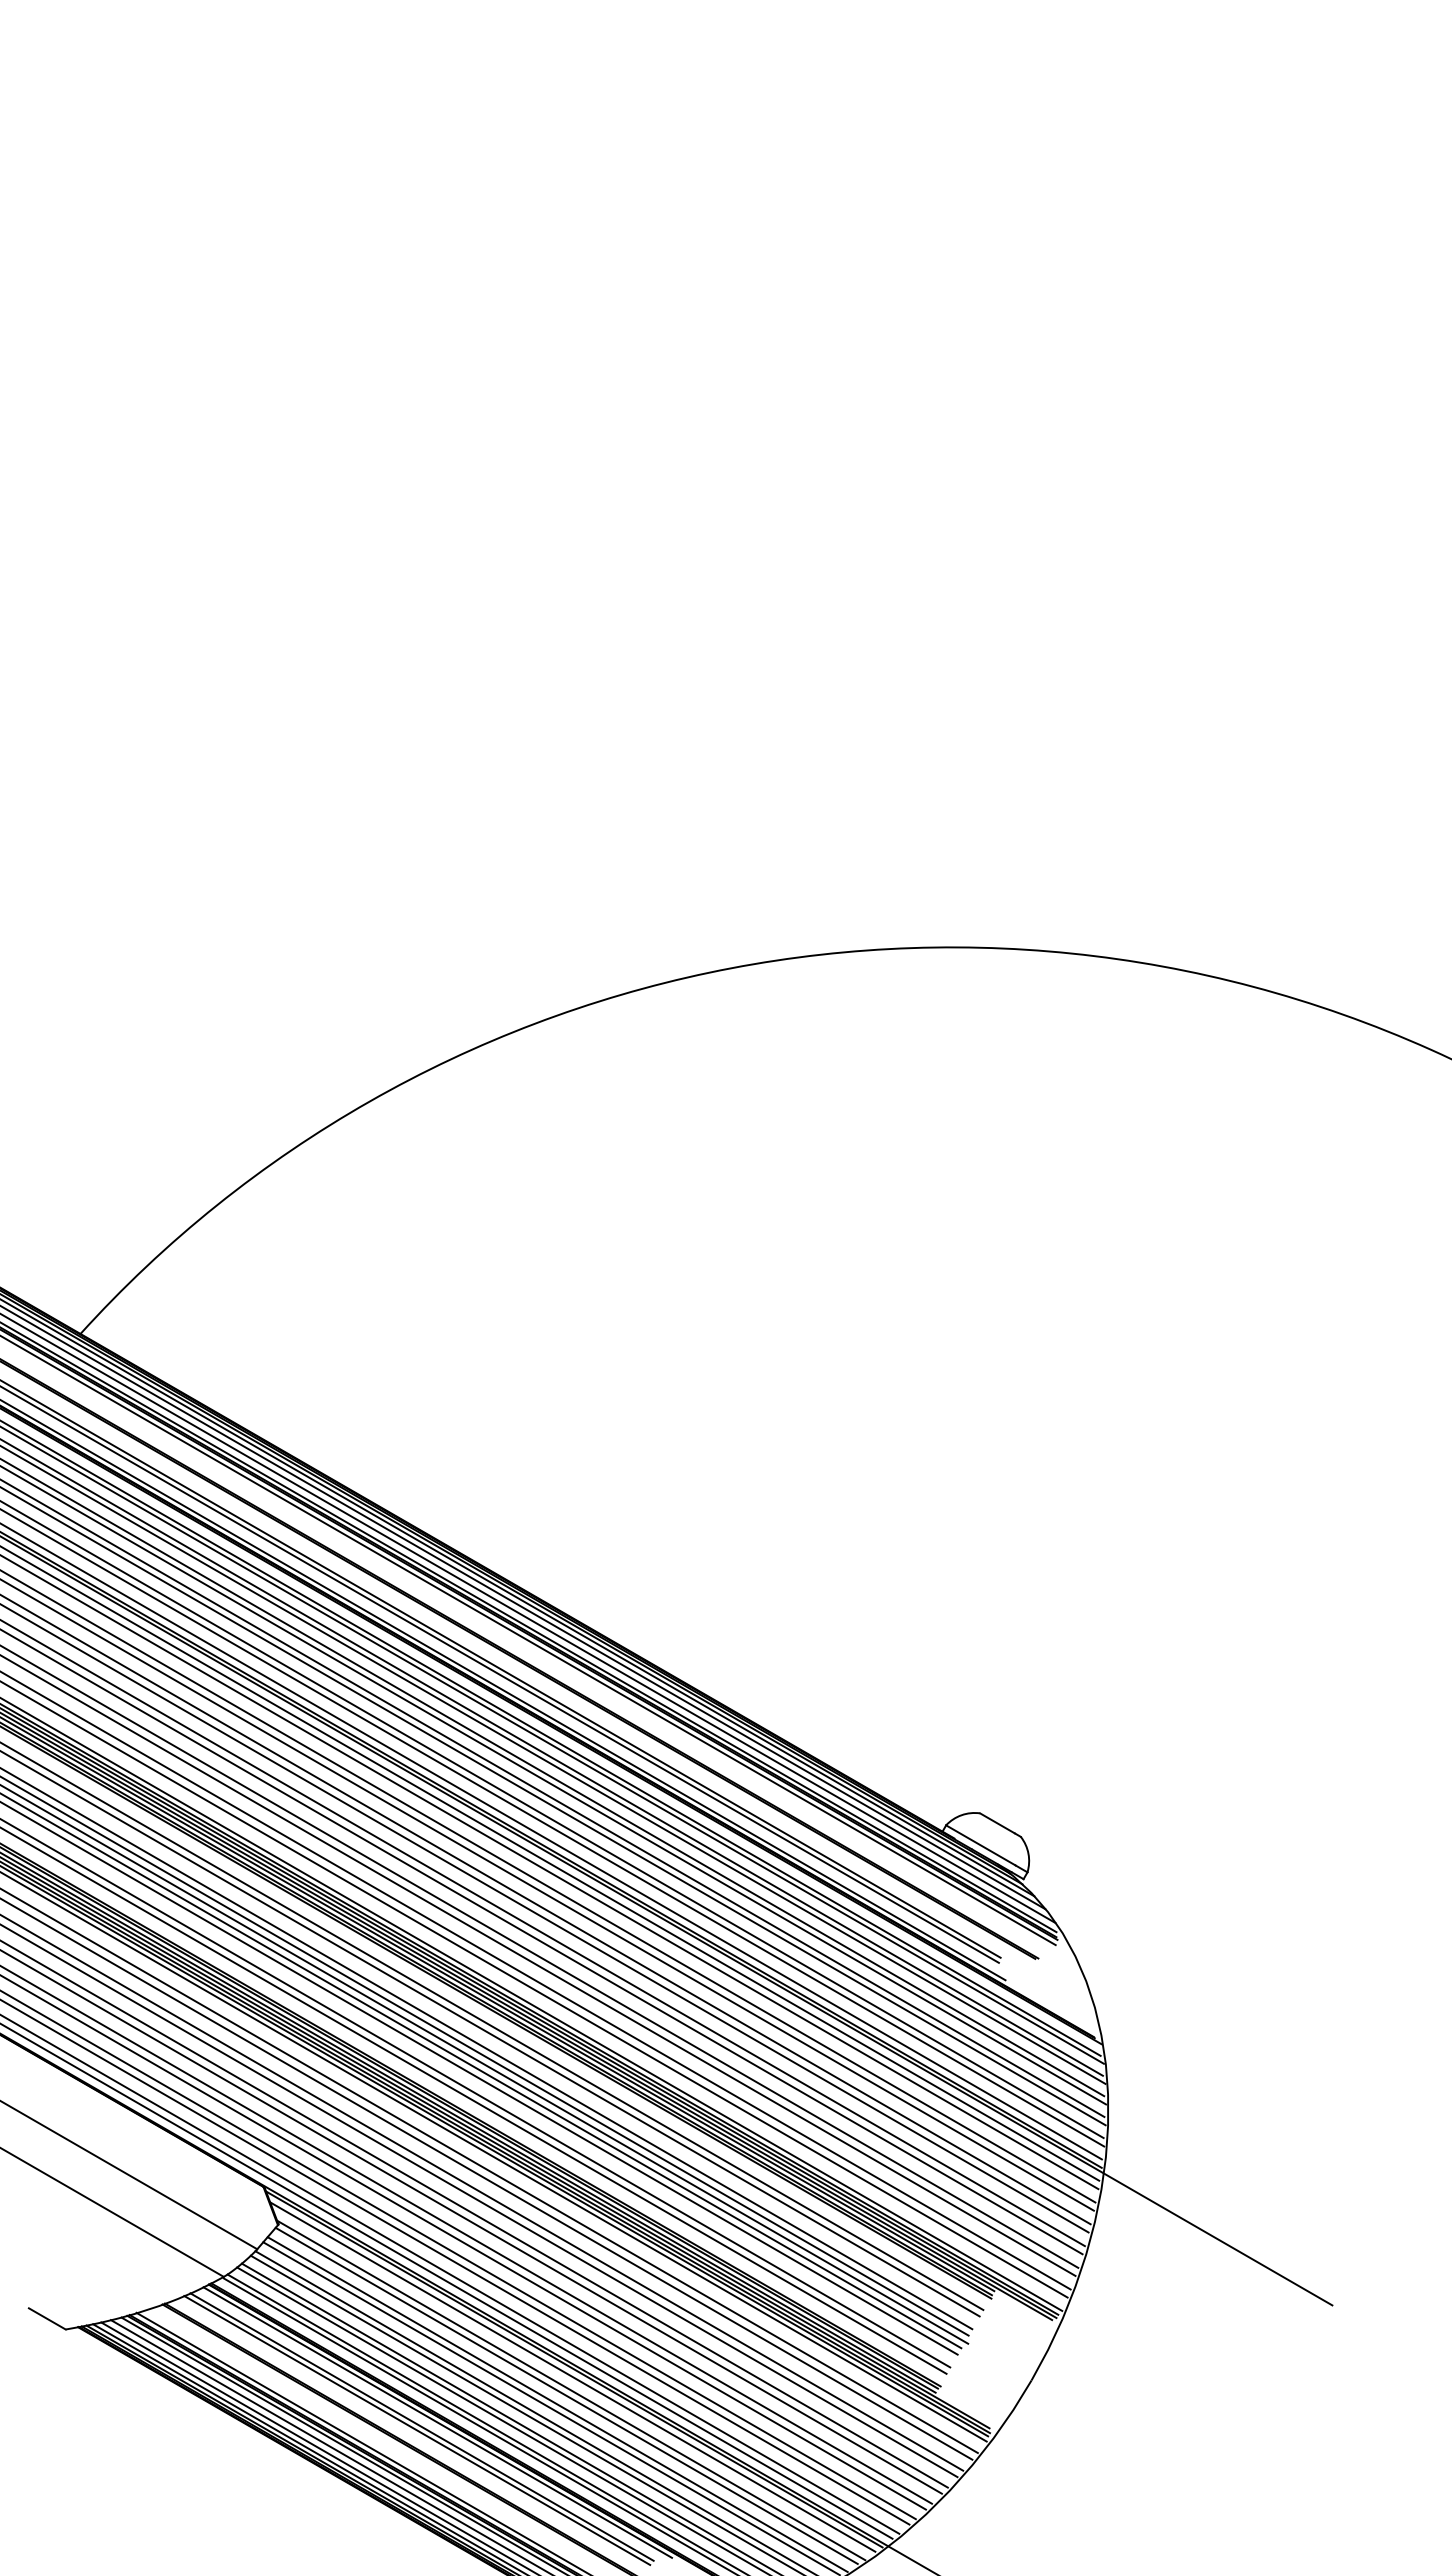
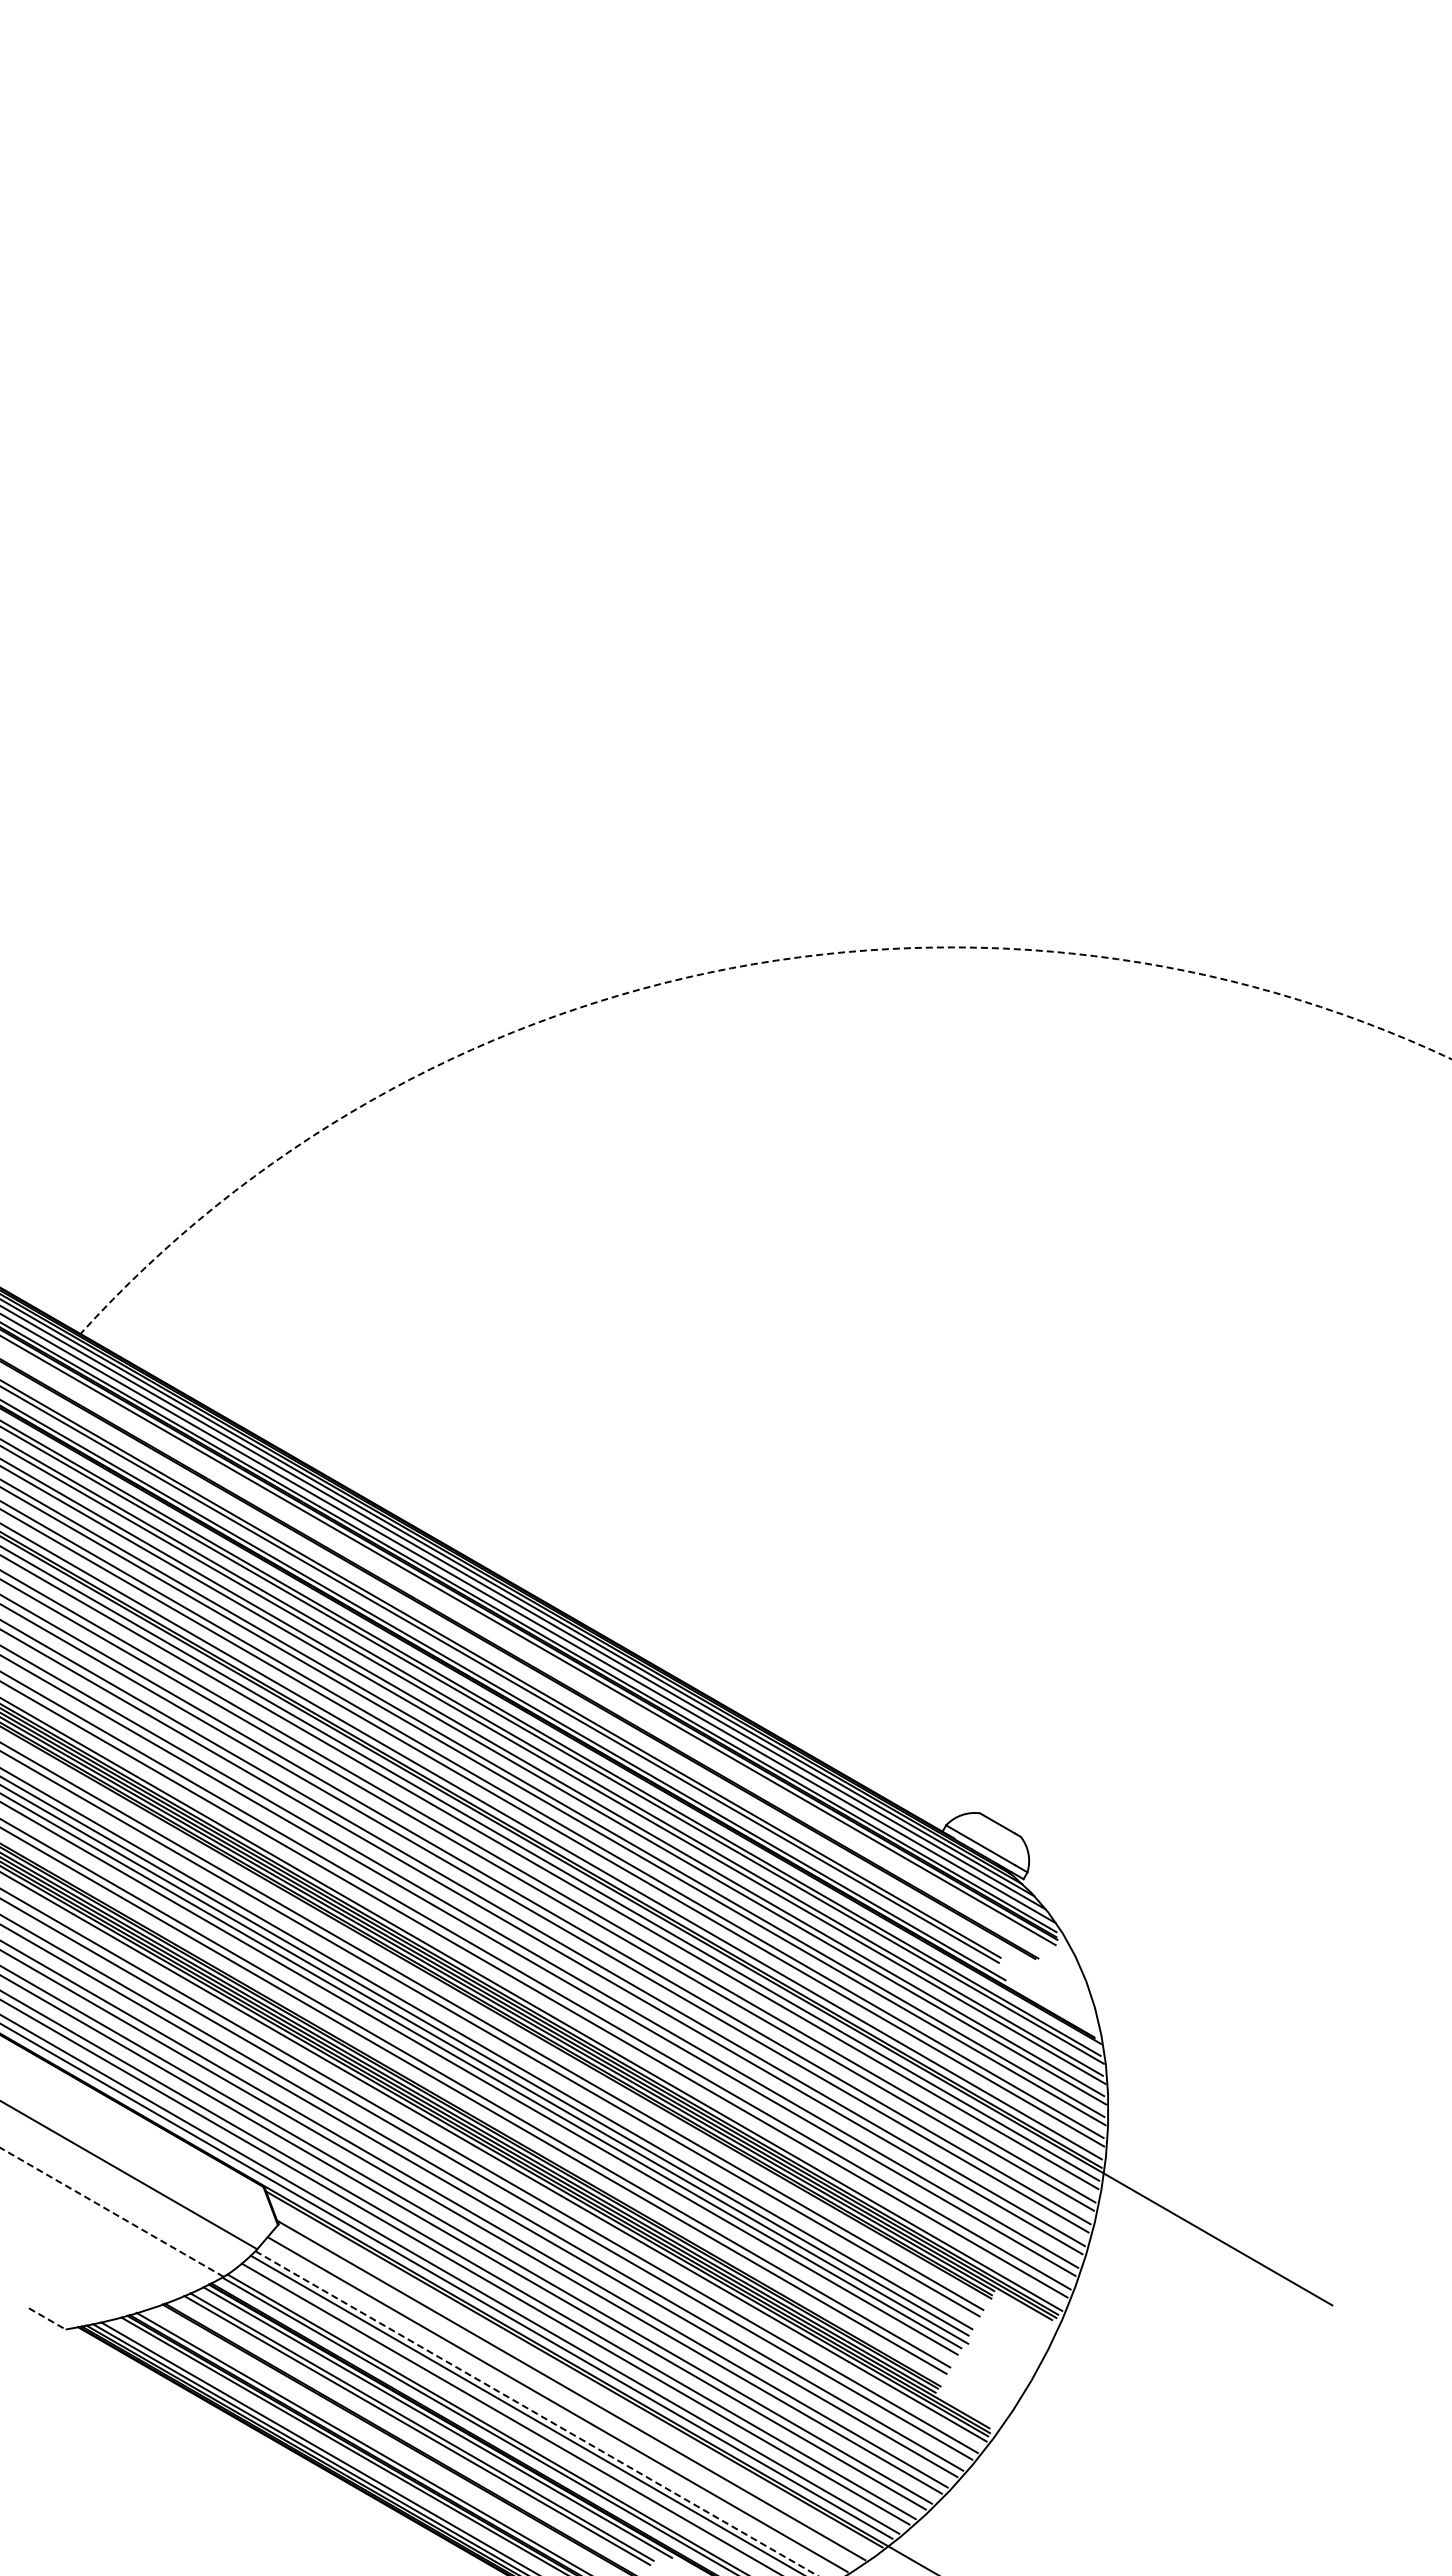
arc at (719, 970): solid -> dashed
line at (112, 2212): solid -> dashed
line at (47, 2319): solid -> dashed
line at (572, 2376): present -> none
line at (566, 2395): present -> none
line at (549, 2407): present -> none
line at (536, 2413): solid -> dashed
line at (501, 2419): present -> none
line at (329, 2446): present -> none
